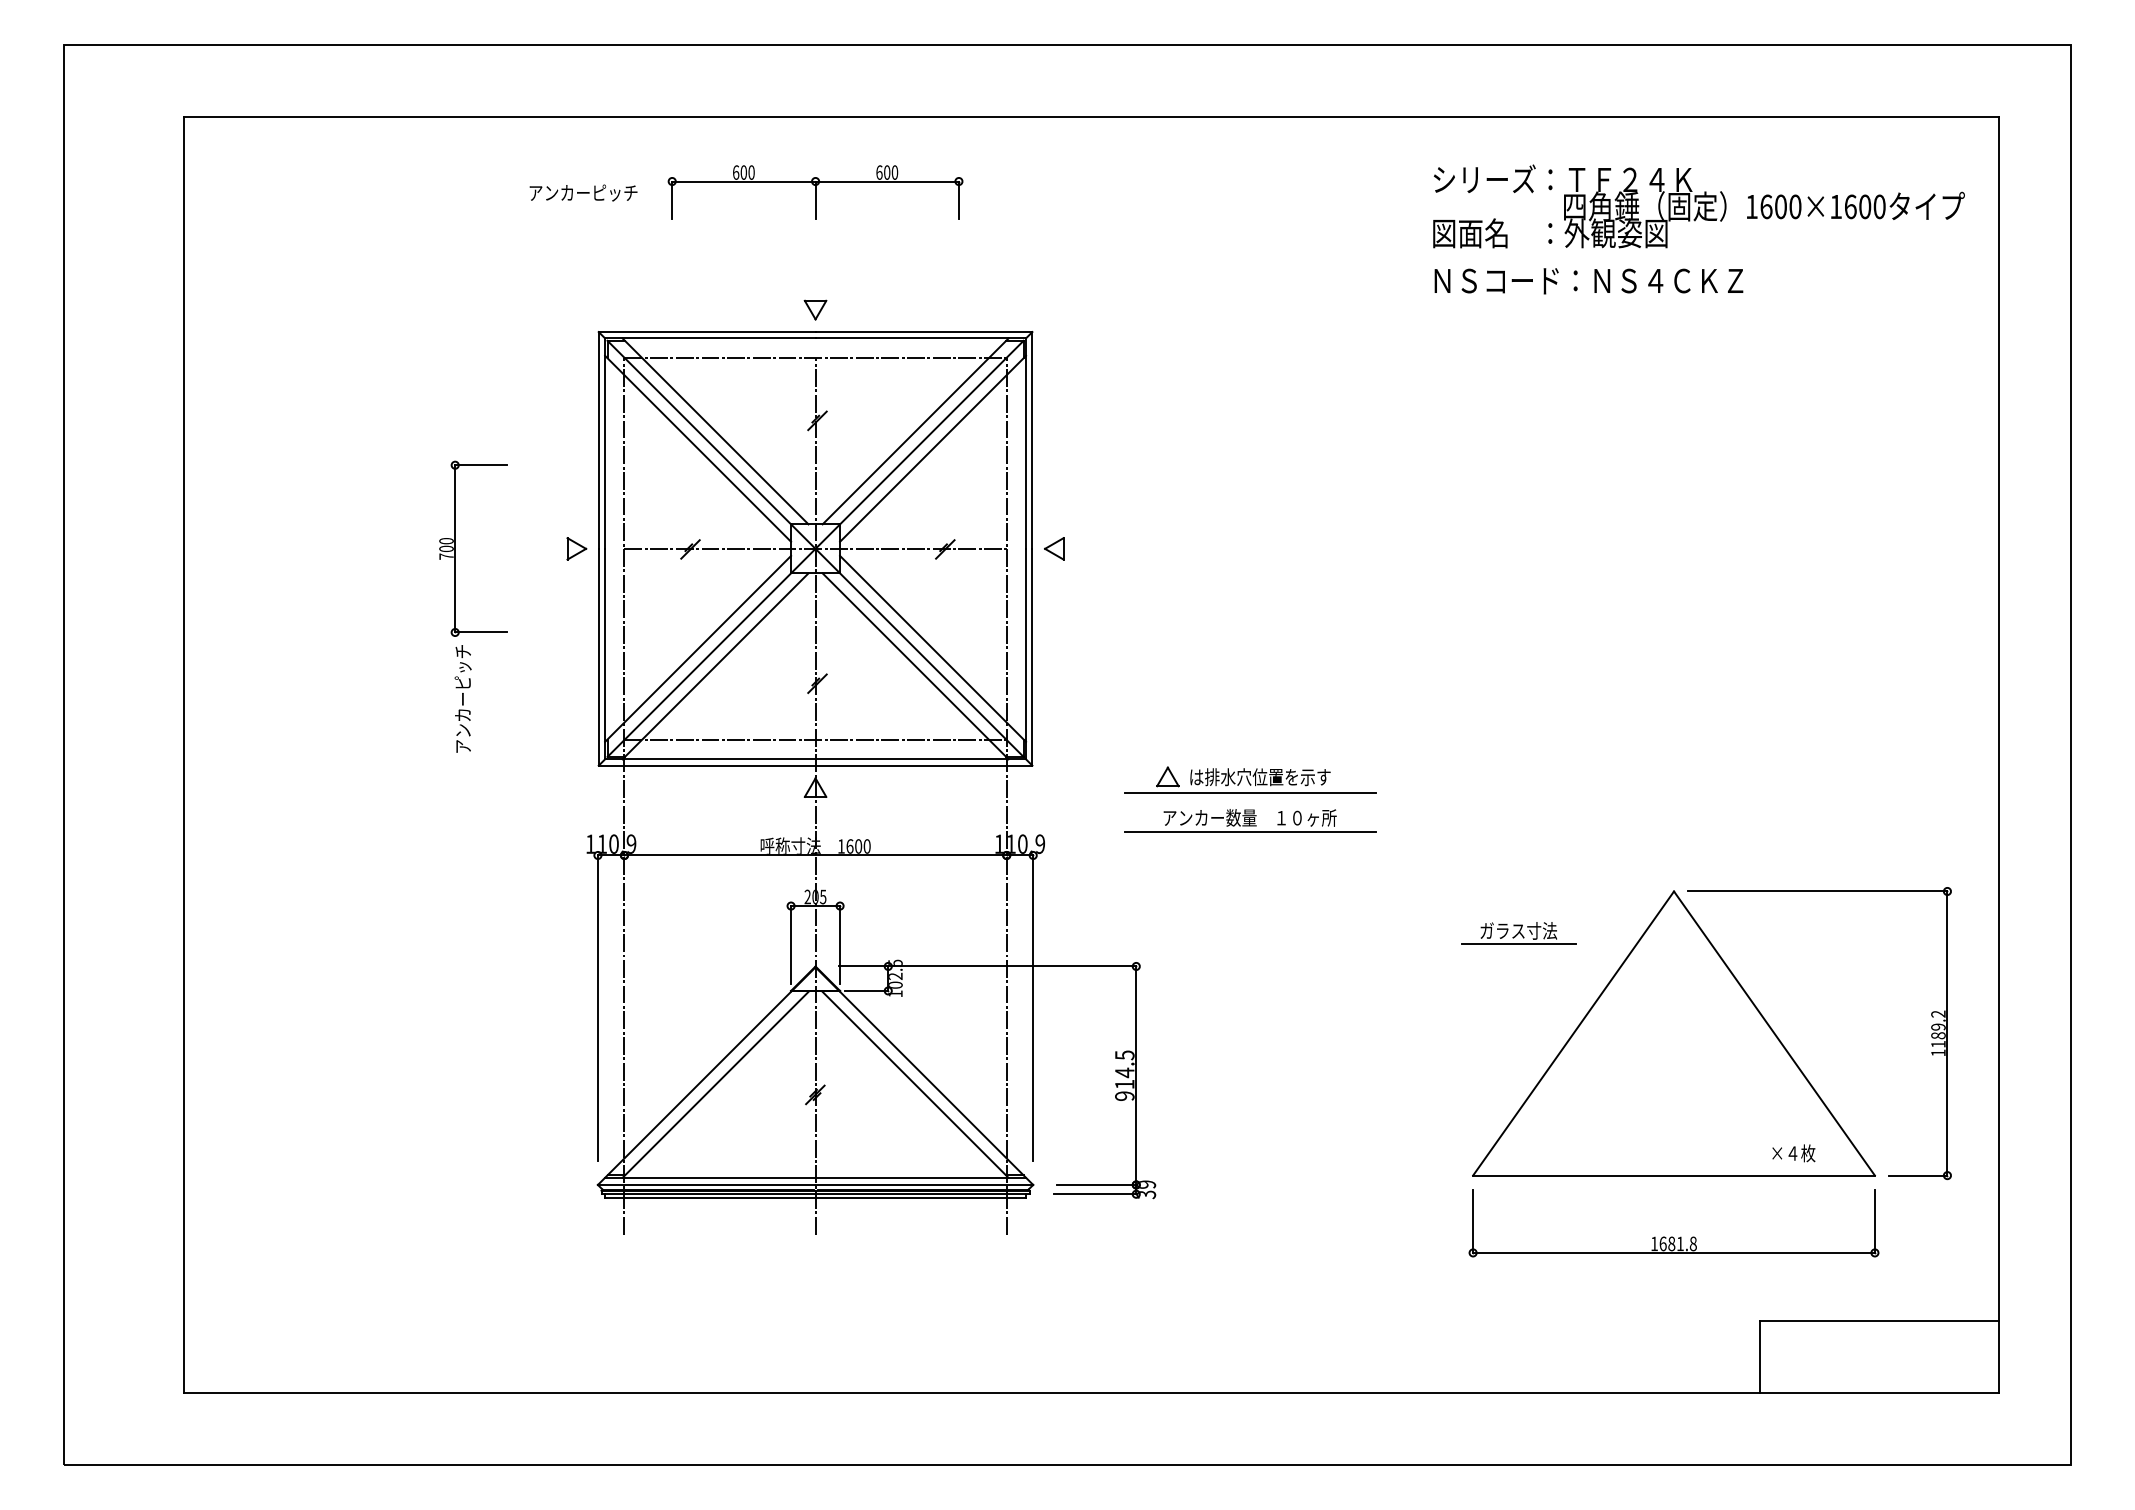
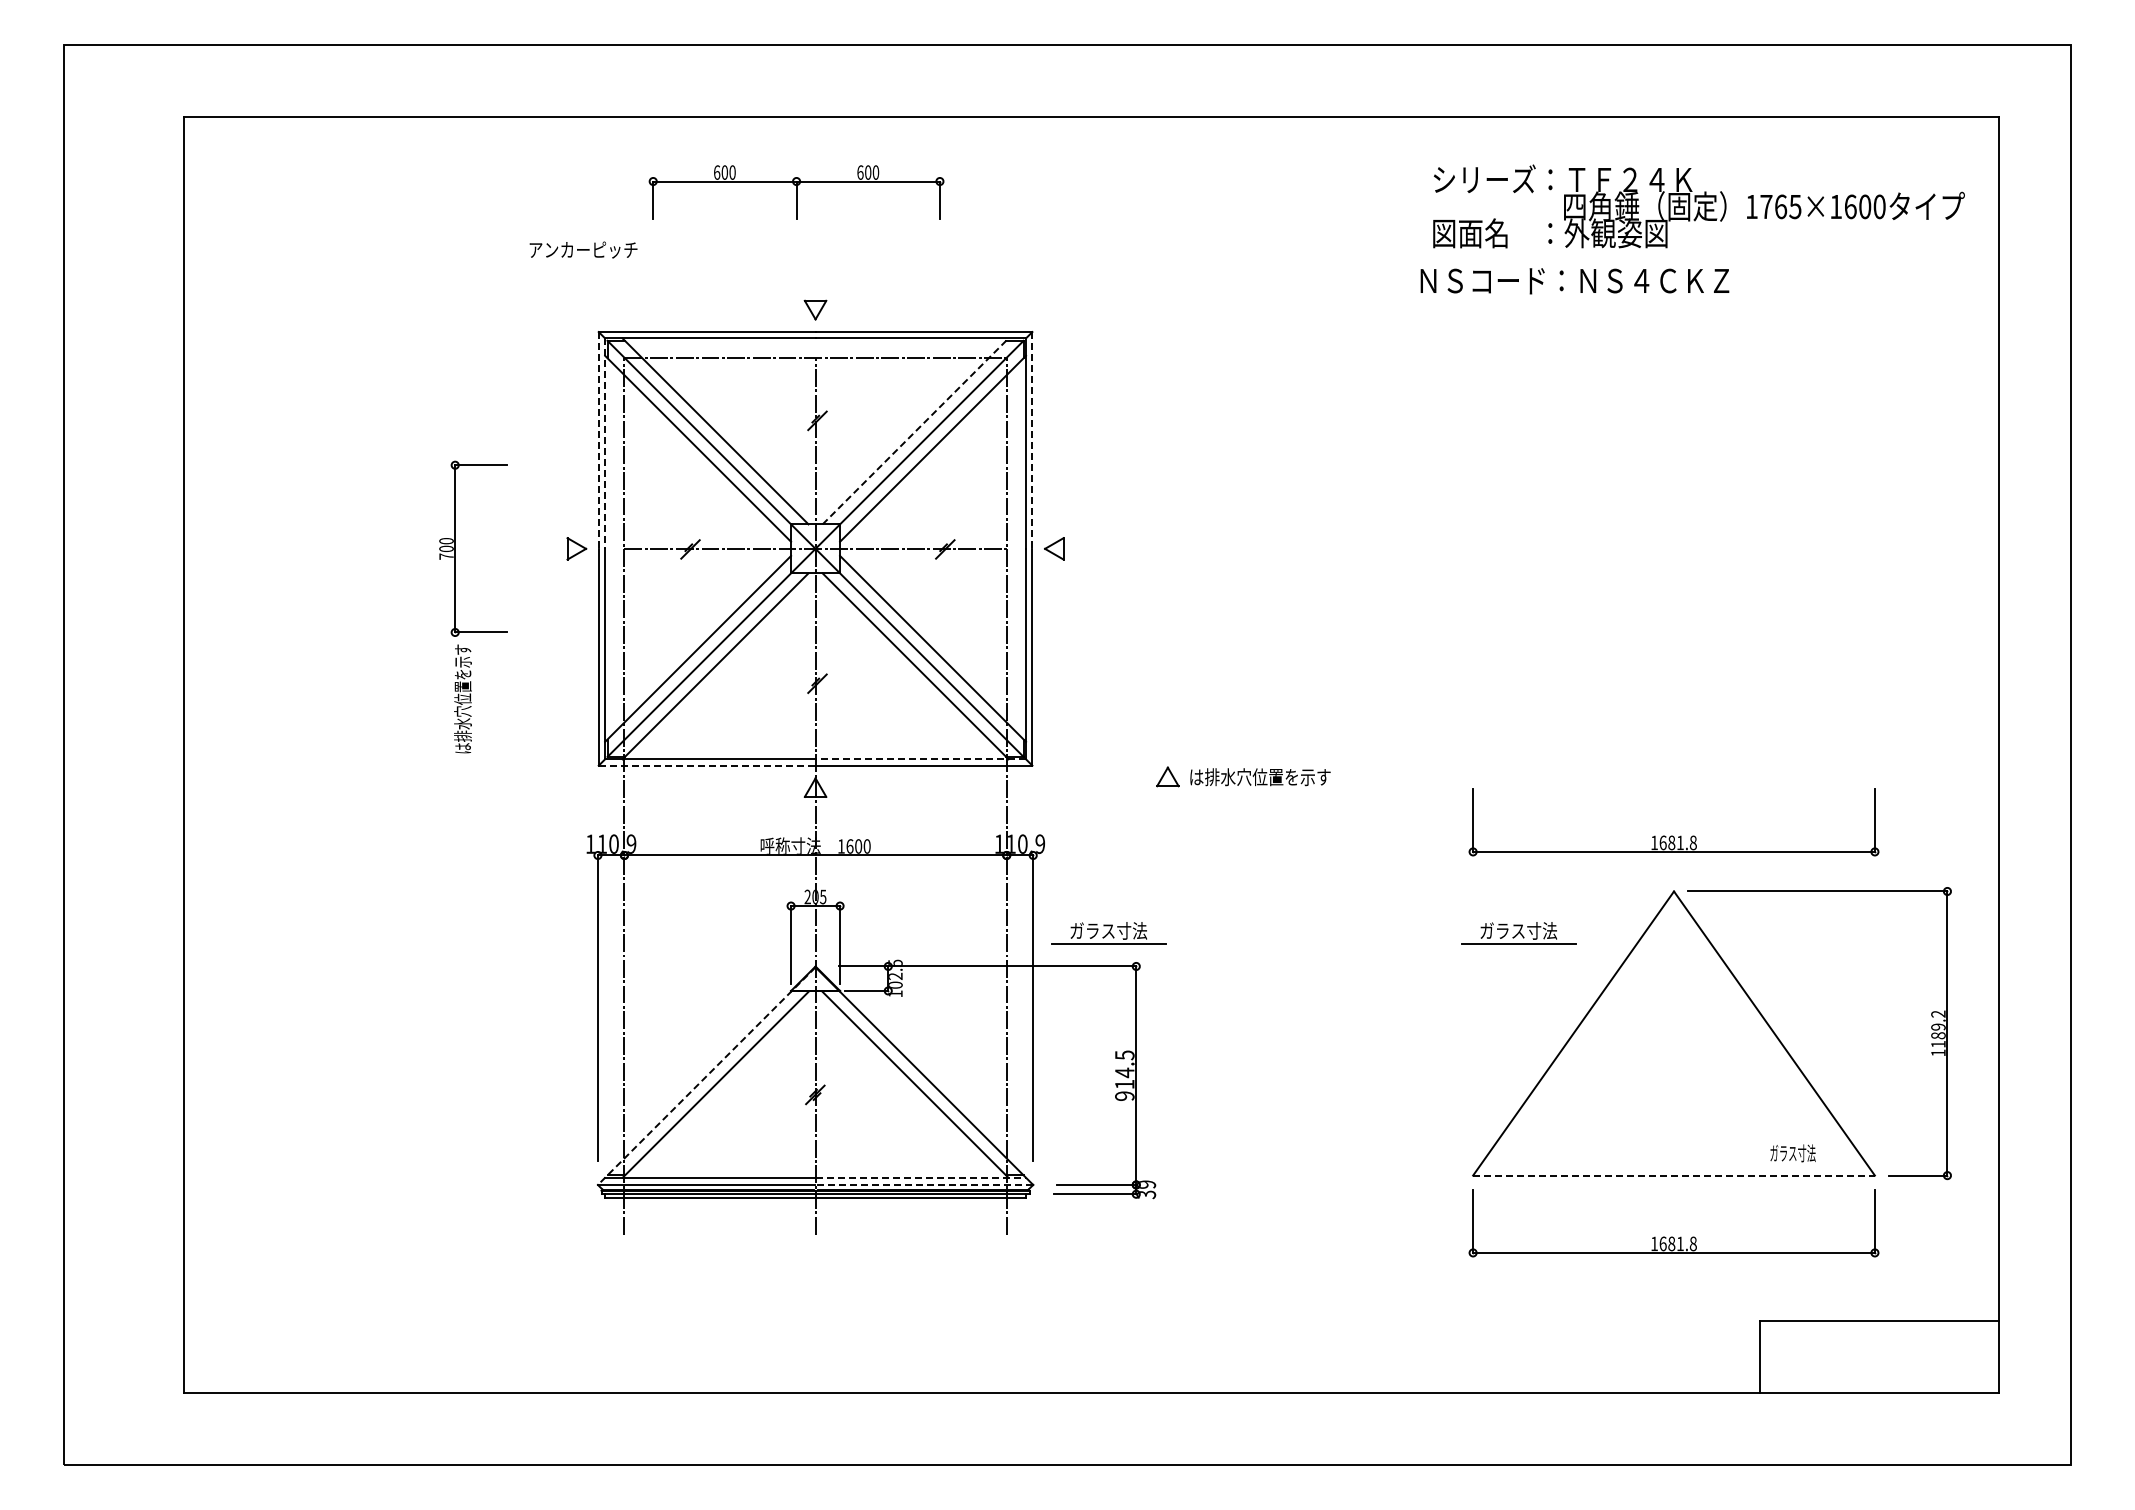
text at (583, 192) position: (583, 192) -> (583, 249)
part at (815, 192) position: (815, 192) -> (796, 192)
text at (1780, 206): 1600×1600 -> 1765×1600
text at (1588, 281) position: (1588, 281) -> (1574, 281)
line at (915, 431): solid -> dashed
line at (598, 440): solid -> dashed
line at (1032, 440): solid -> dashed
line at (605, 444): solid -> dashed
text at (462, 698): アンカーピッチ -> は排水穴位置を示す
line at (815, 740): present -> none
line at (920, 759): solid -> dashed
line at (707, 765): solid -> dashed
line at (1250, 792): present -> none
part at (1250, 820): present -> none
part at (1672, 835): none -> present
part at (1108, 933): none -> present
line at (706, 1076): solid -> dashed
text at (1792, 1153): ×４枚 -> ガラス寸法
line at (1674, 1175): solid -> dashed
line at (921, 1177): solid -> dashed
line at (924, 1184): solid -> dashed
